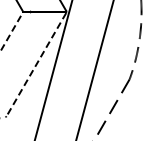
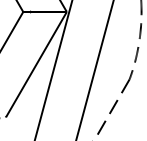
line at (11, 32): dashed -> solid
line at (36, 64): dashed -> solid
